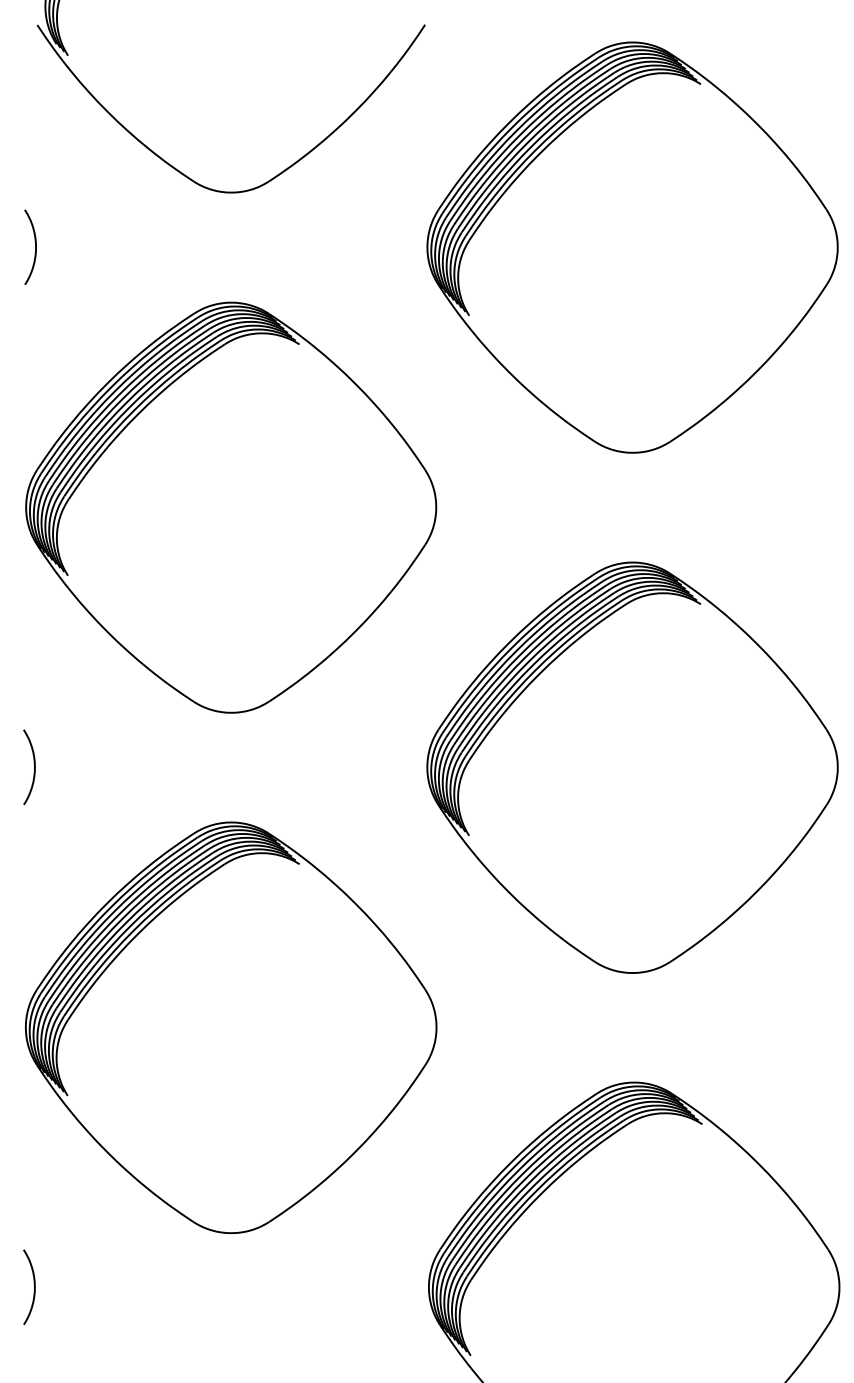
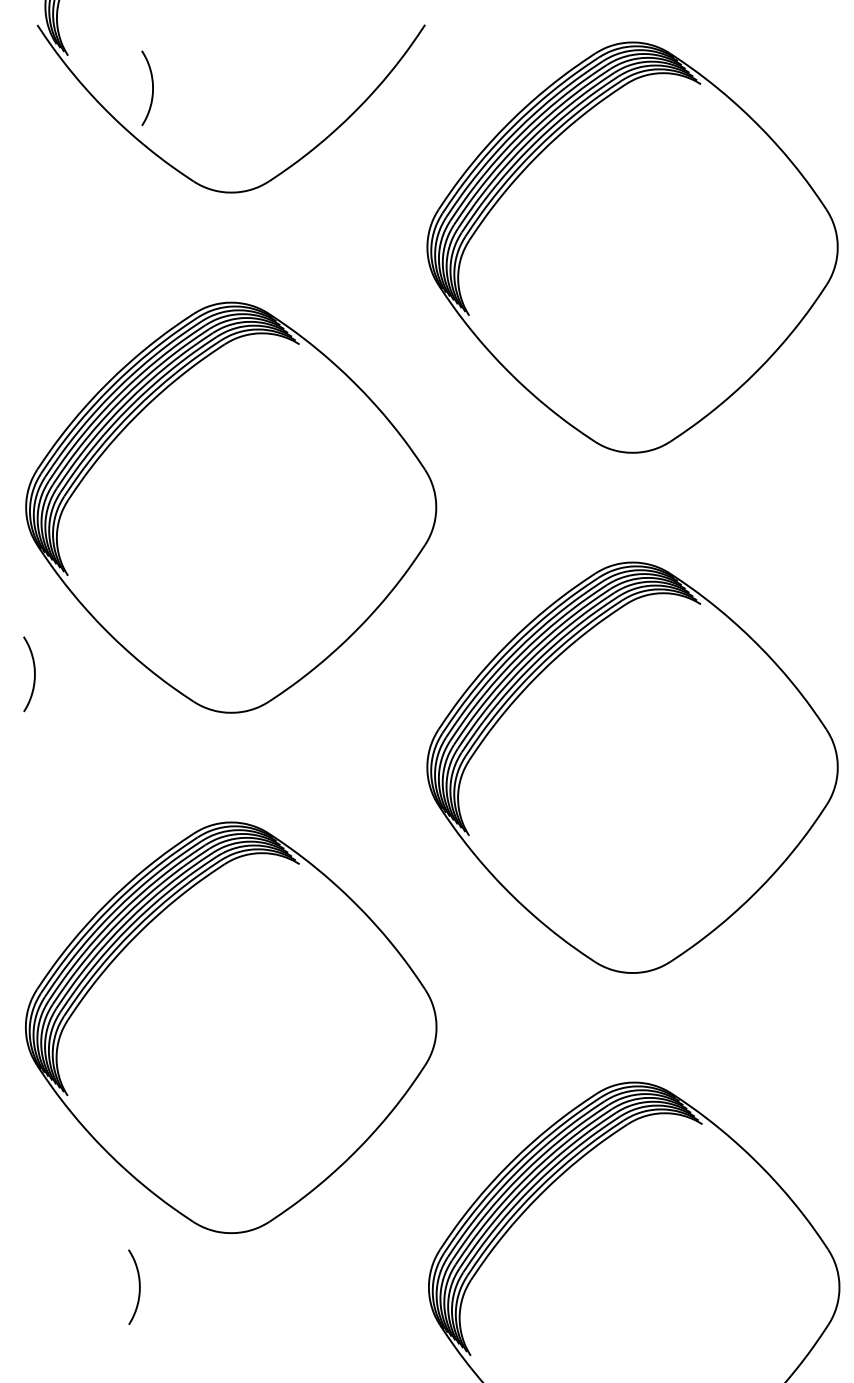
curve at (35, 246) position: (35, 246) -> (152, 87)
curve at (34, 767) position: (34, 767) -> (34, 674)
curve at (33, 1284) position: (33, 1284) -> (138, 1284)
